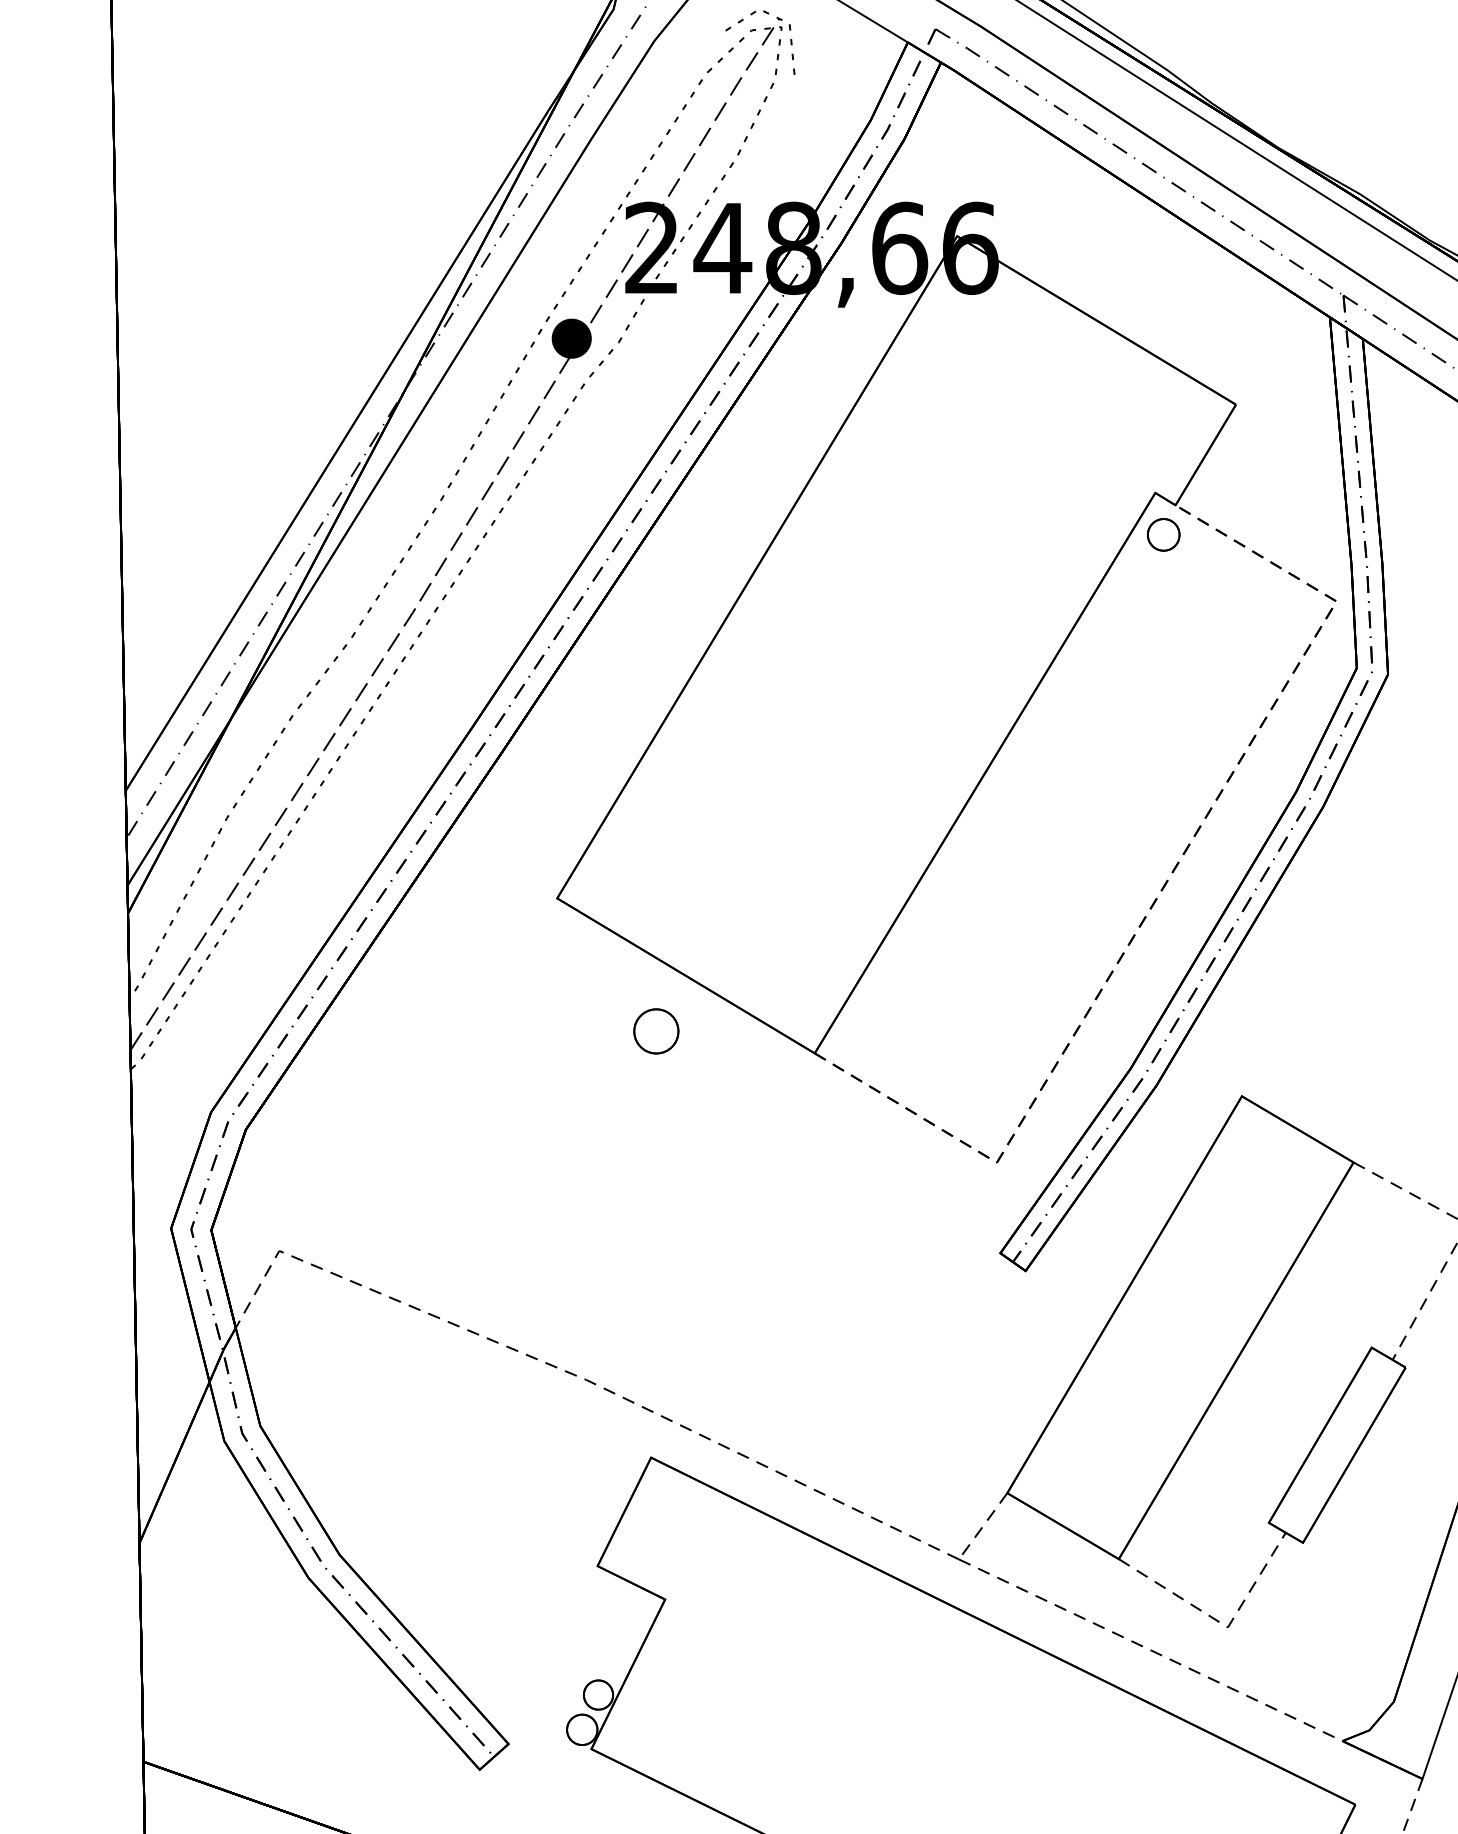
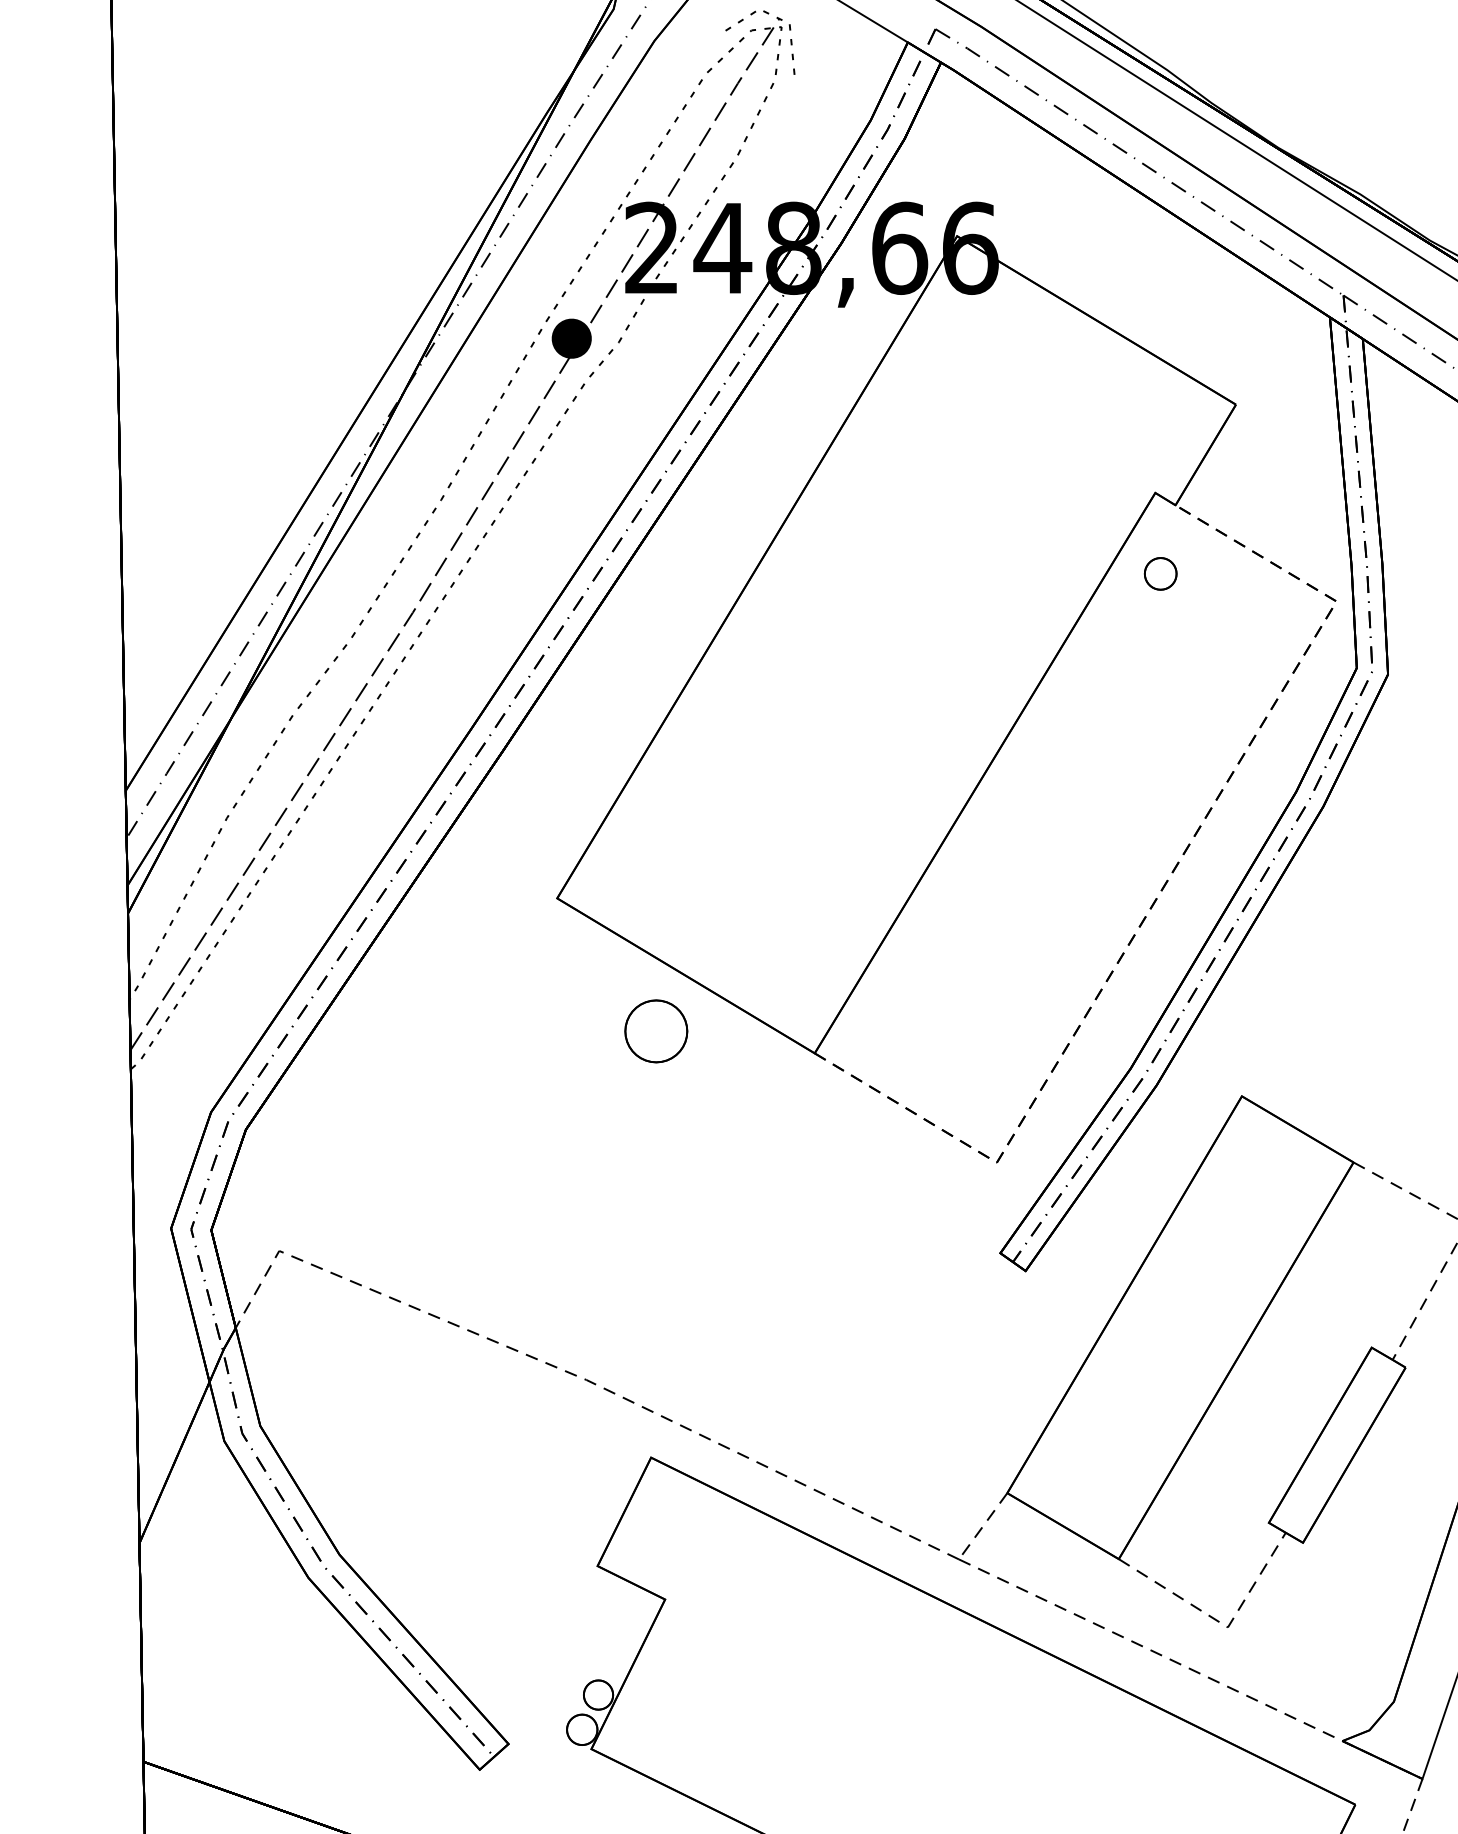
part at (1163, 534) position: (1163, 534) -> (1160, 573)
part at (656, 1031) size: 47x47 px -> 65x65 px
